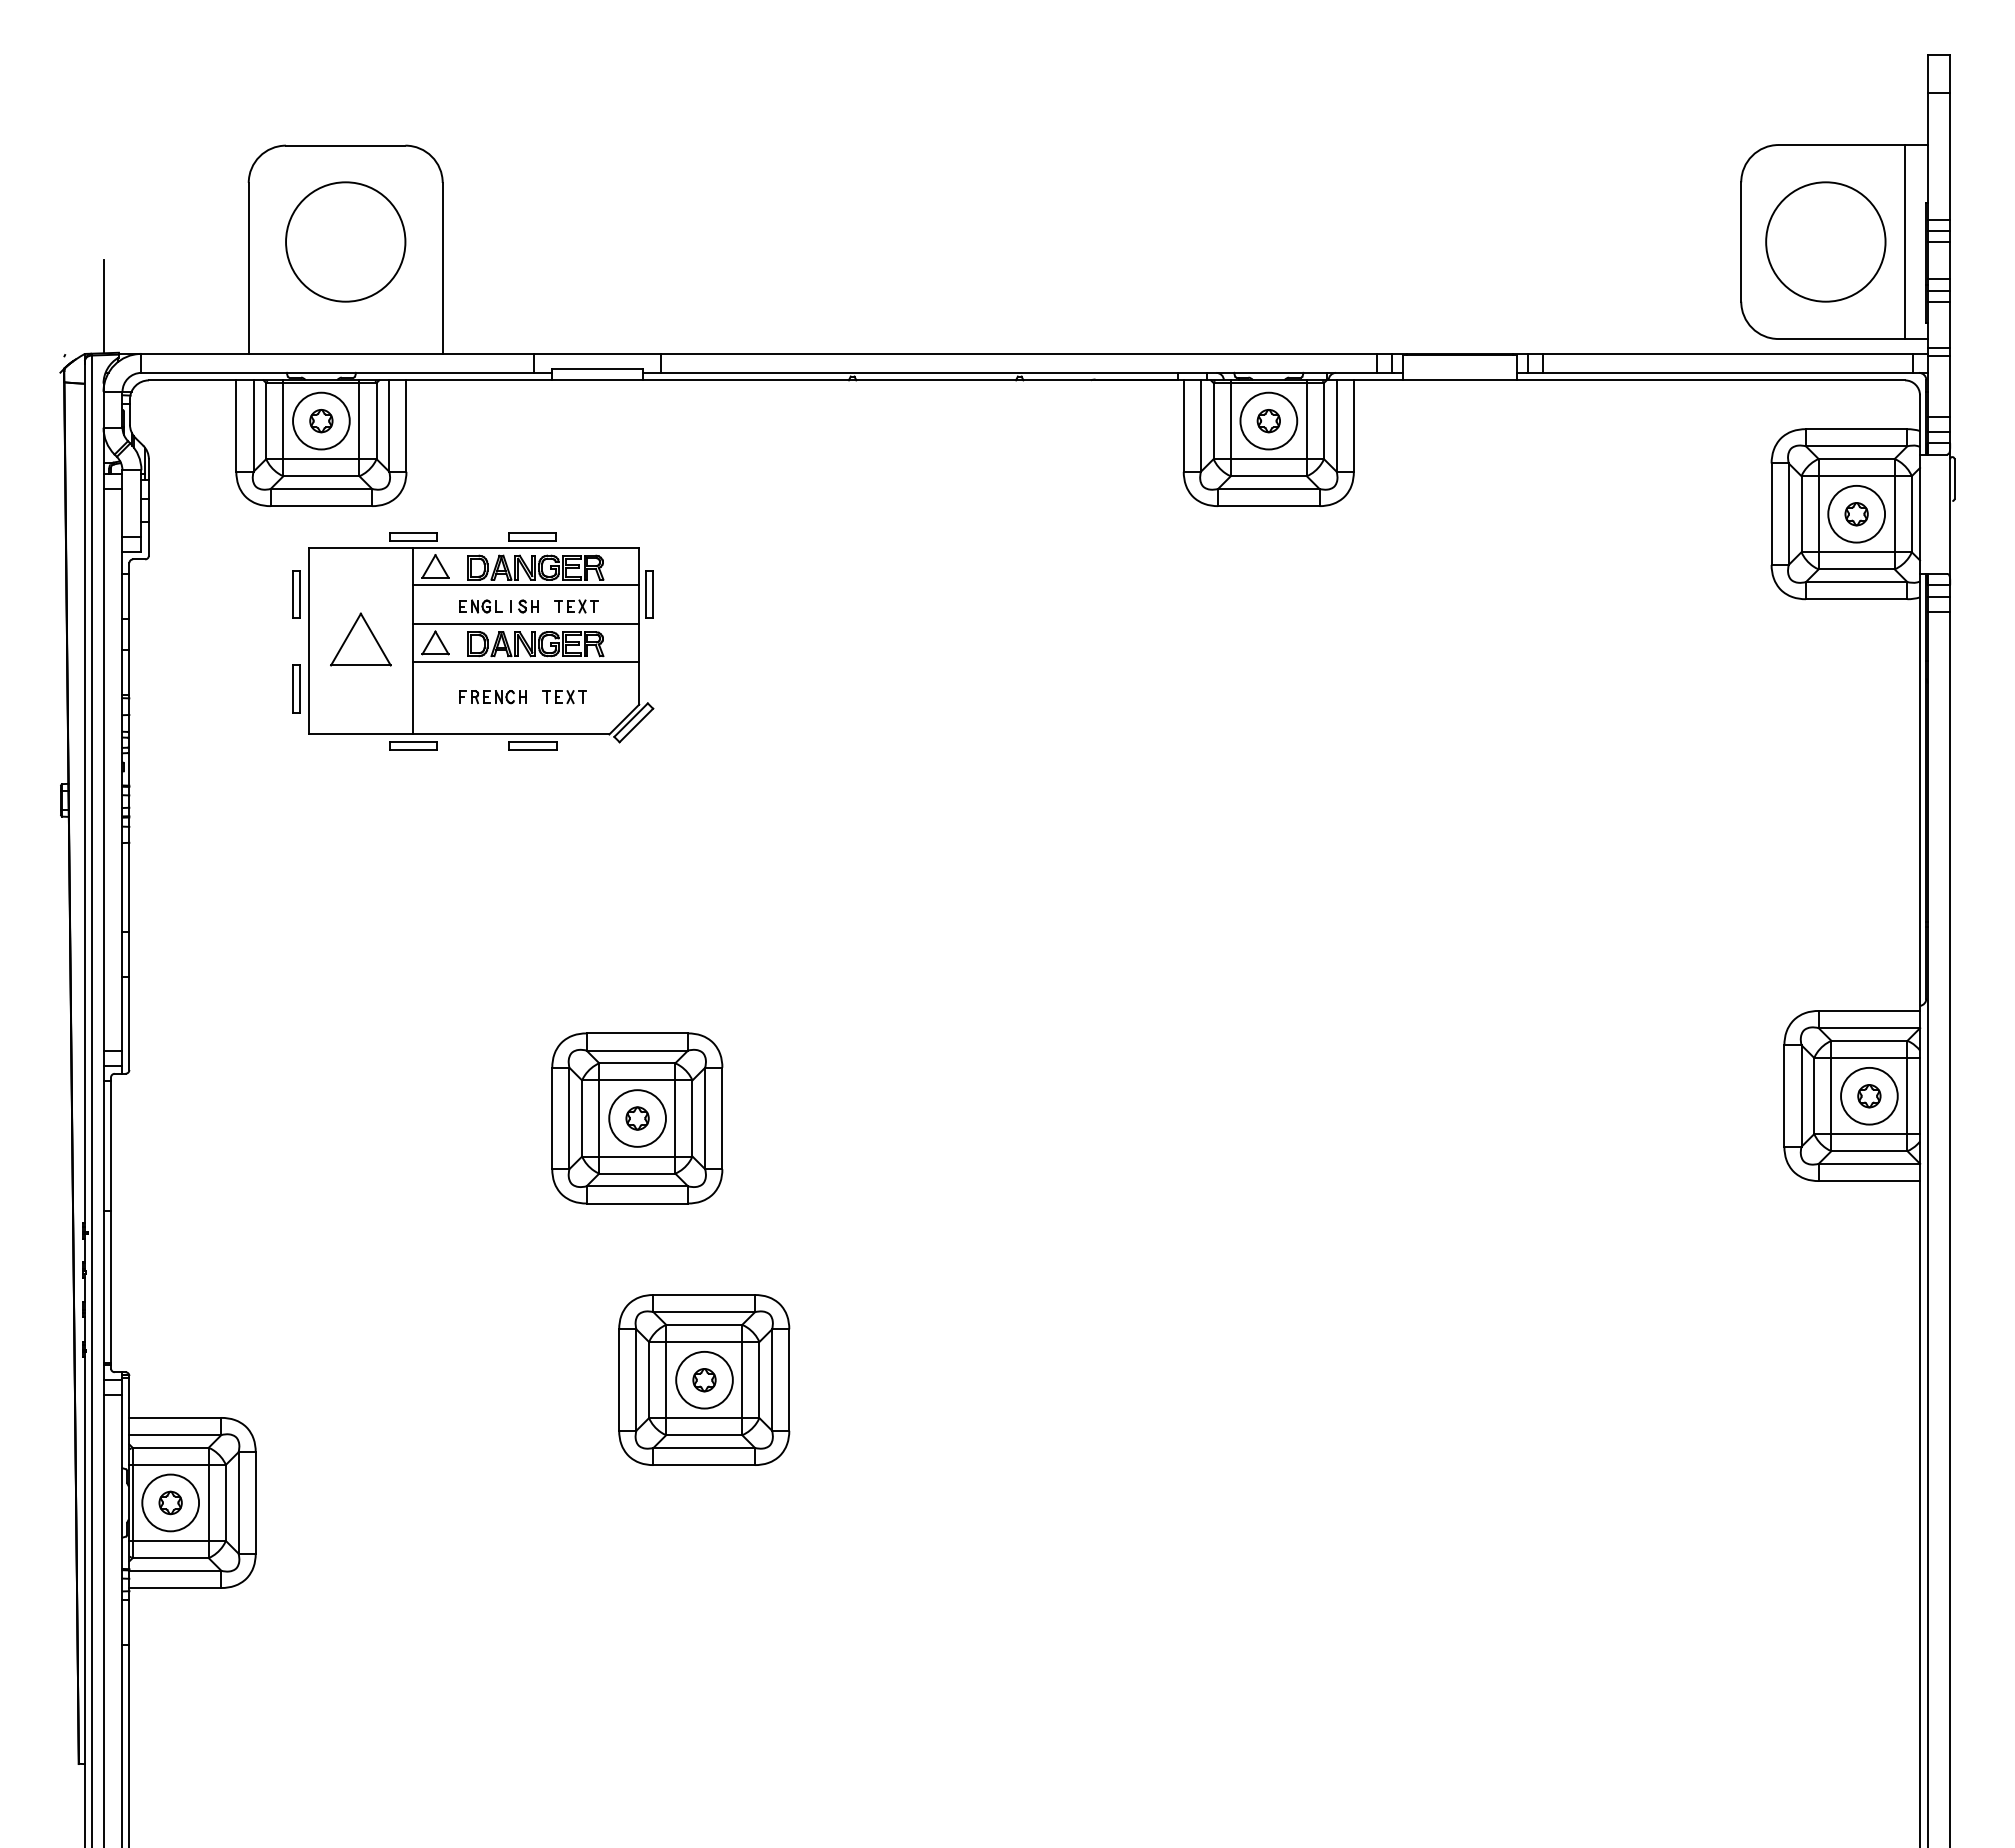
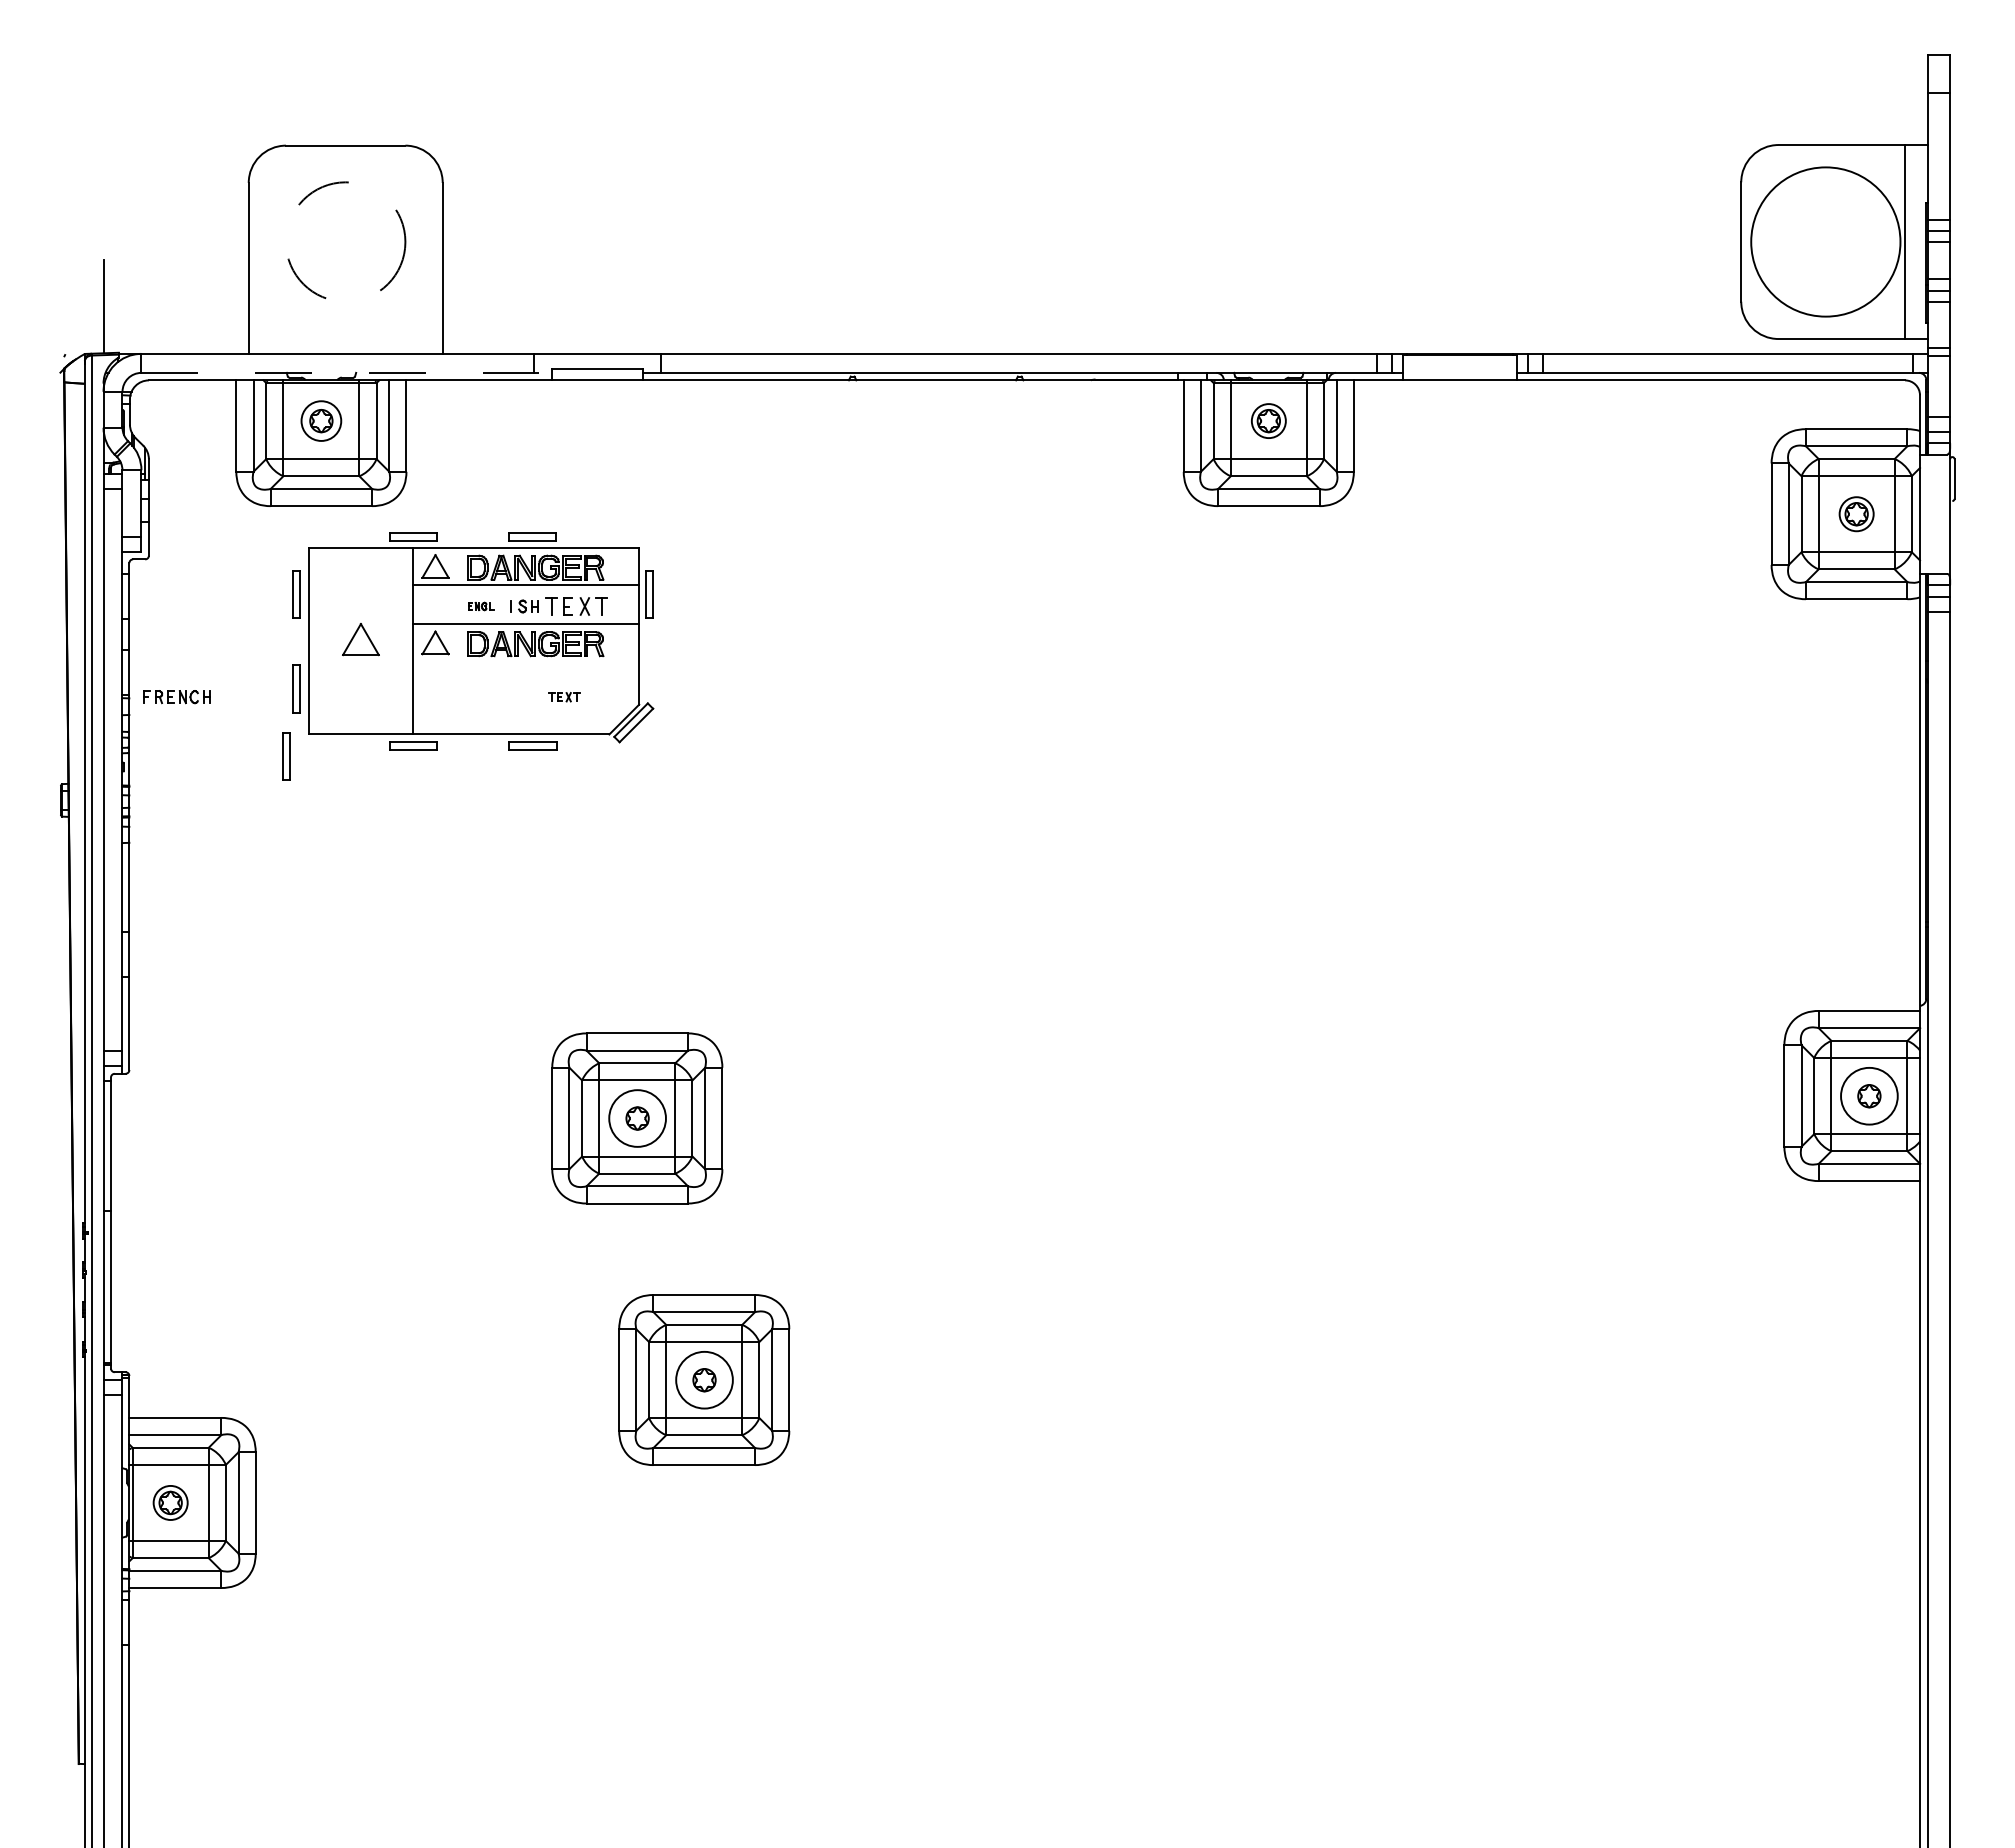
circle at (345, 241): solid -> dashed
circle at (1825, 241) diameter: 119 px -> 149 px
line at (347, 372): solid -> dashed
circle at (321, 420) diameter: 57 px -> 40 px
circle at (1268, 420) diameter: 57 px -> 34 px
circle at (1856, 513) diameter: 57 px -> 34 px
part at (480, 606) size: 44x15 px -> 27x11 px
part at (576, 606) size: 45x15 px -> 63x19 px
part at (360, 639) size: 62x55 px -> 38x34 px
line at (526, 661): present -> none
part at (492, 697) position: (492, 697) -> (176, 697)
part at (564, 697) size: 45x15 px -> 33x11 px
part at (286, 756): none -> present
circle at (170, 1502) diameter: 57 px -> 34 px
